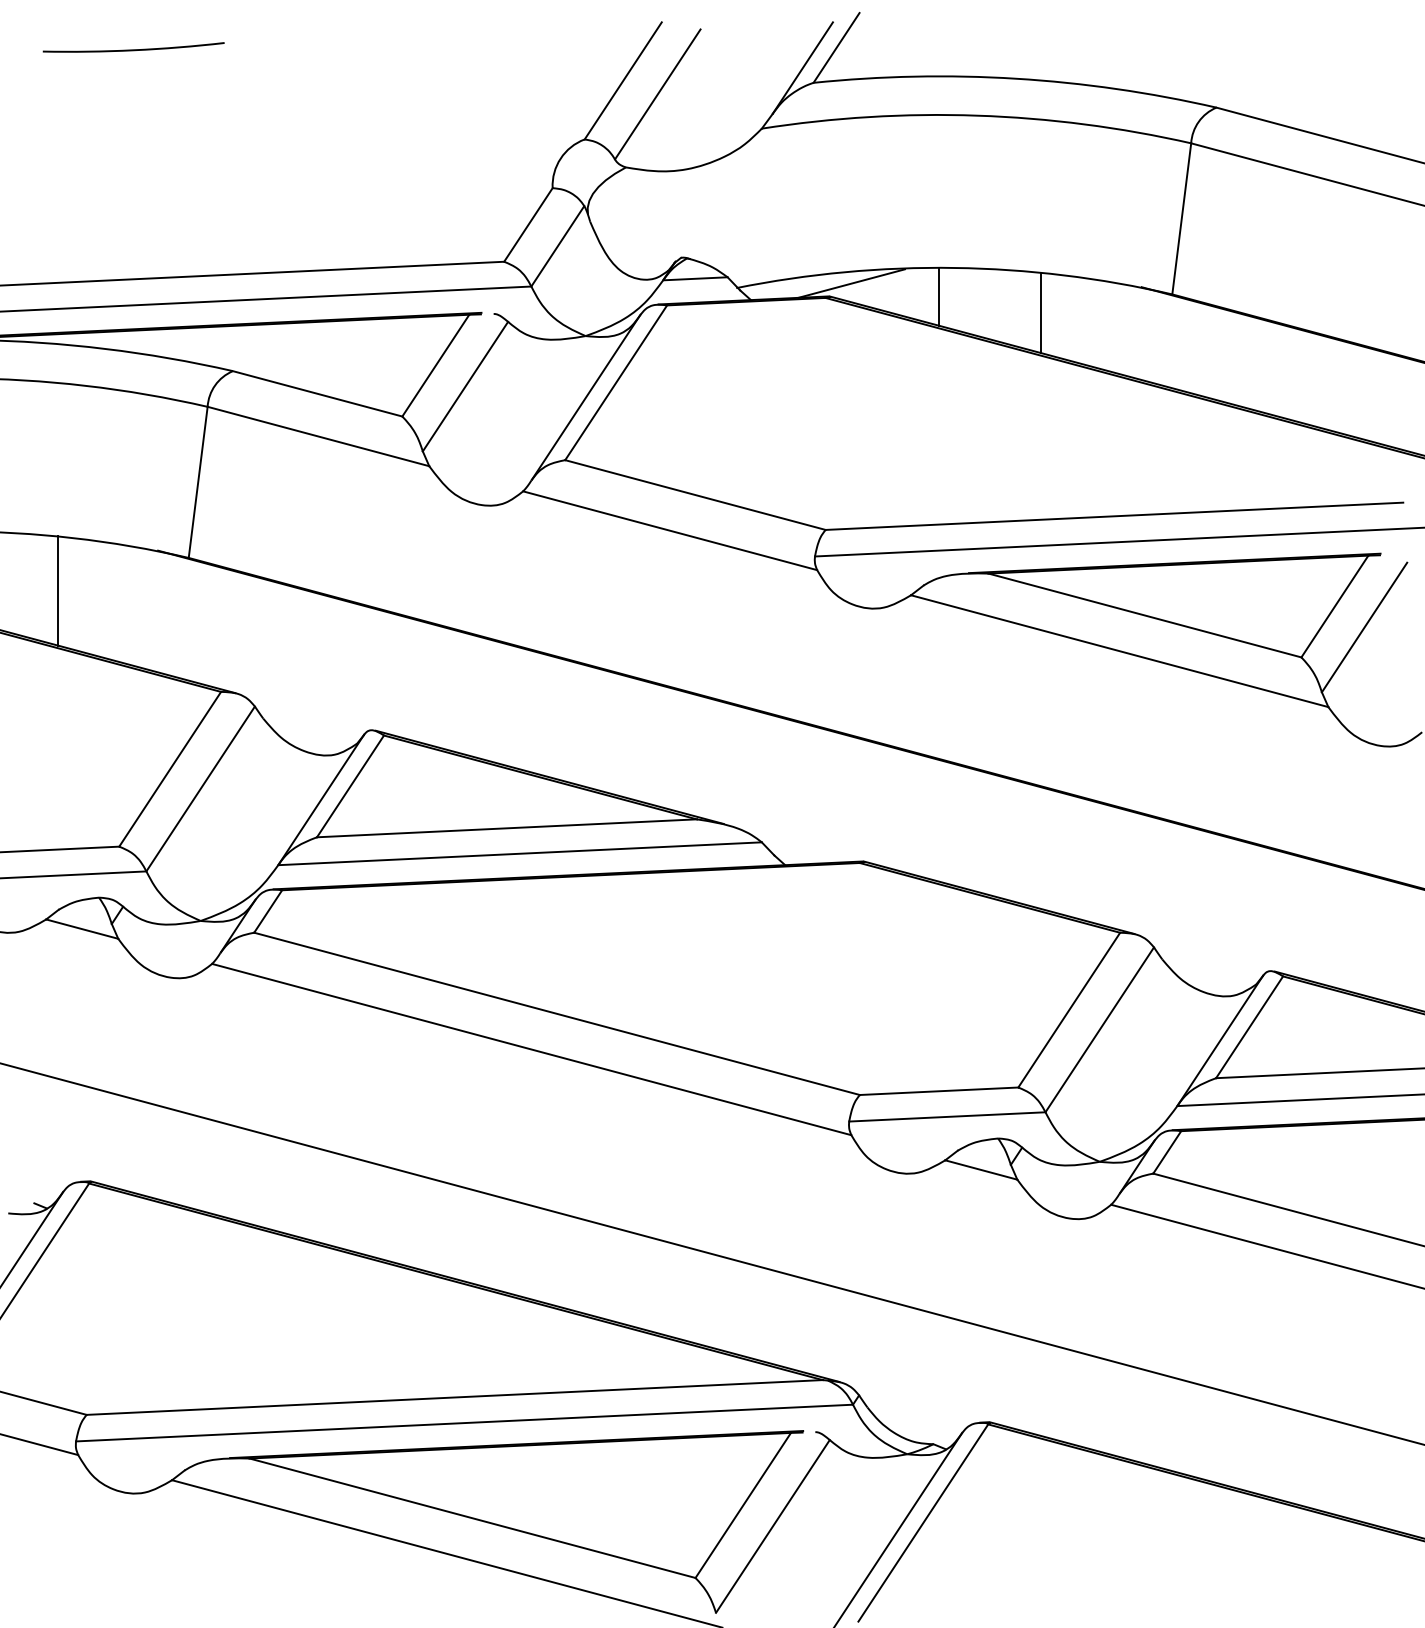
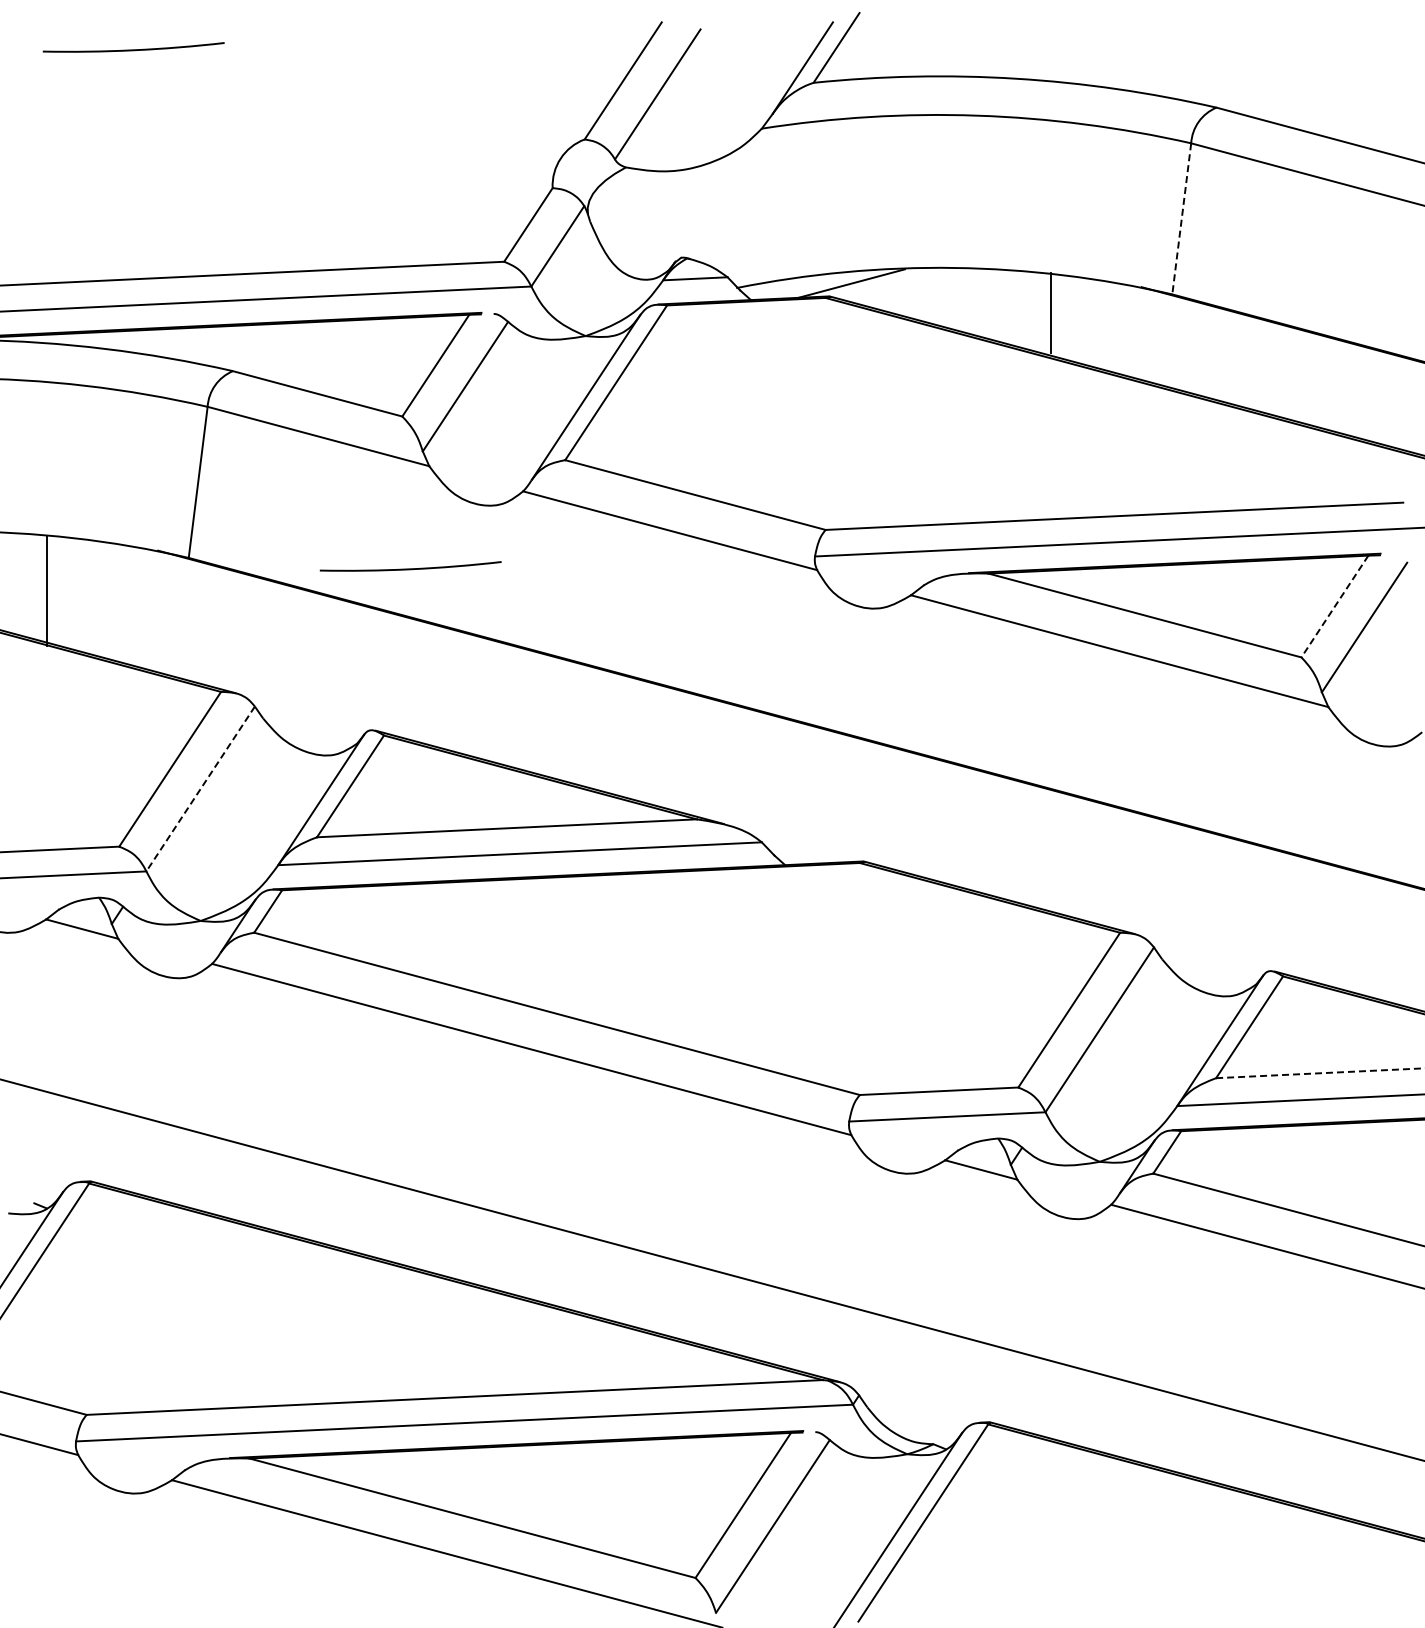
line at (1181, 219): solid -> dashed
line at (938, 296): present -> none
line at (1041, 313) position: (1041, 313) -> (1051, 313)
arc at (410, 568): none -> present
line at (57, 590) position: (57, 590) -> (46, 590)
line at (1334, 606): solid -> dashed
line at (200, 788): solid -> dashed
line at (1320, 1073): solid -> dashed
line at (711, 1253) position: (711, 1253) -> (711, 1269)
